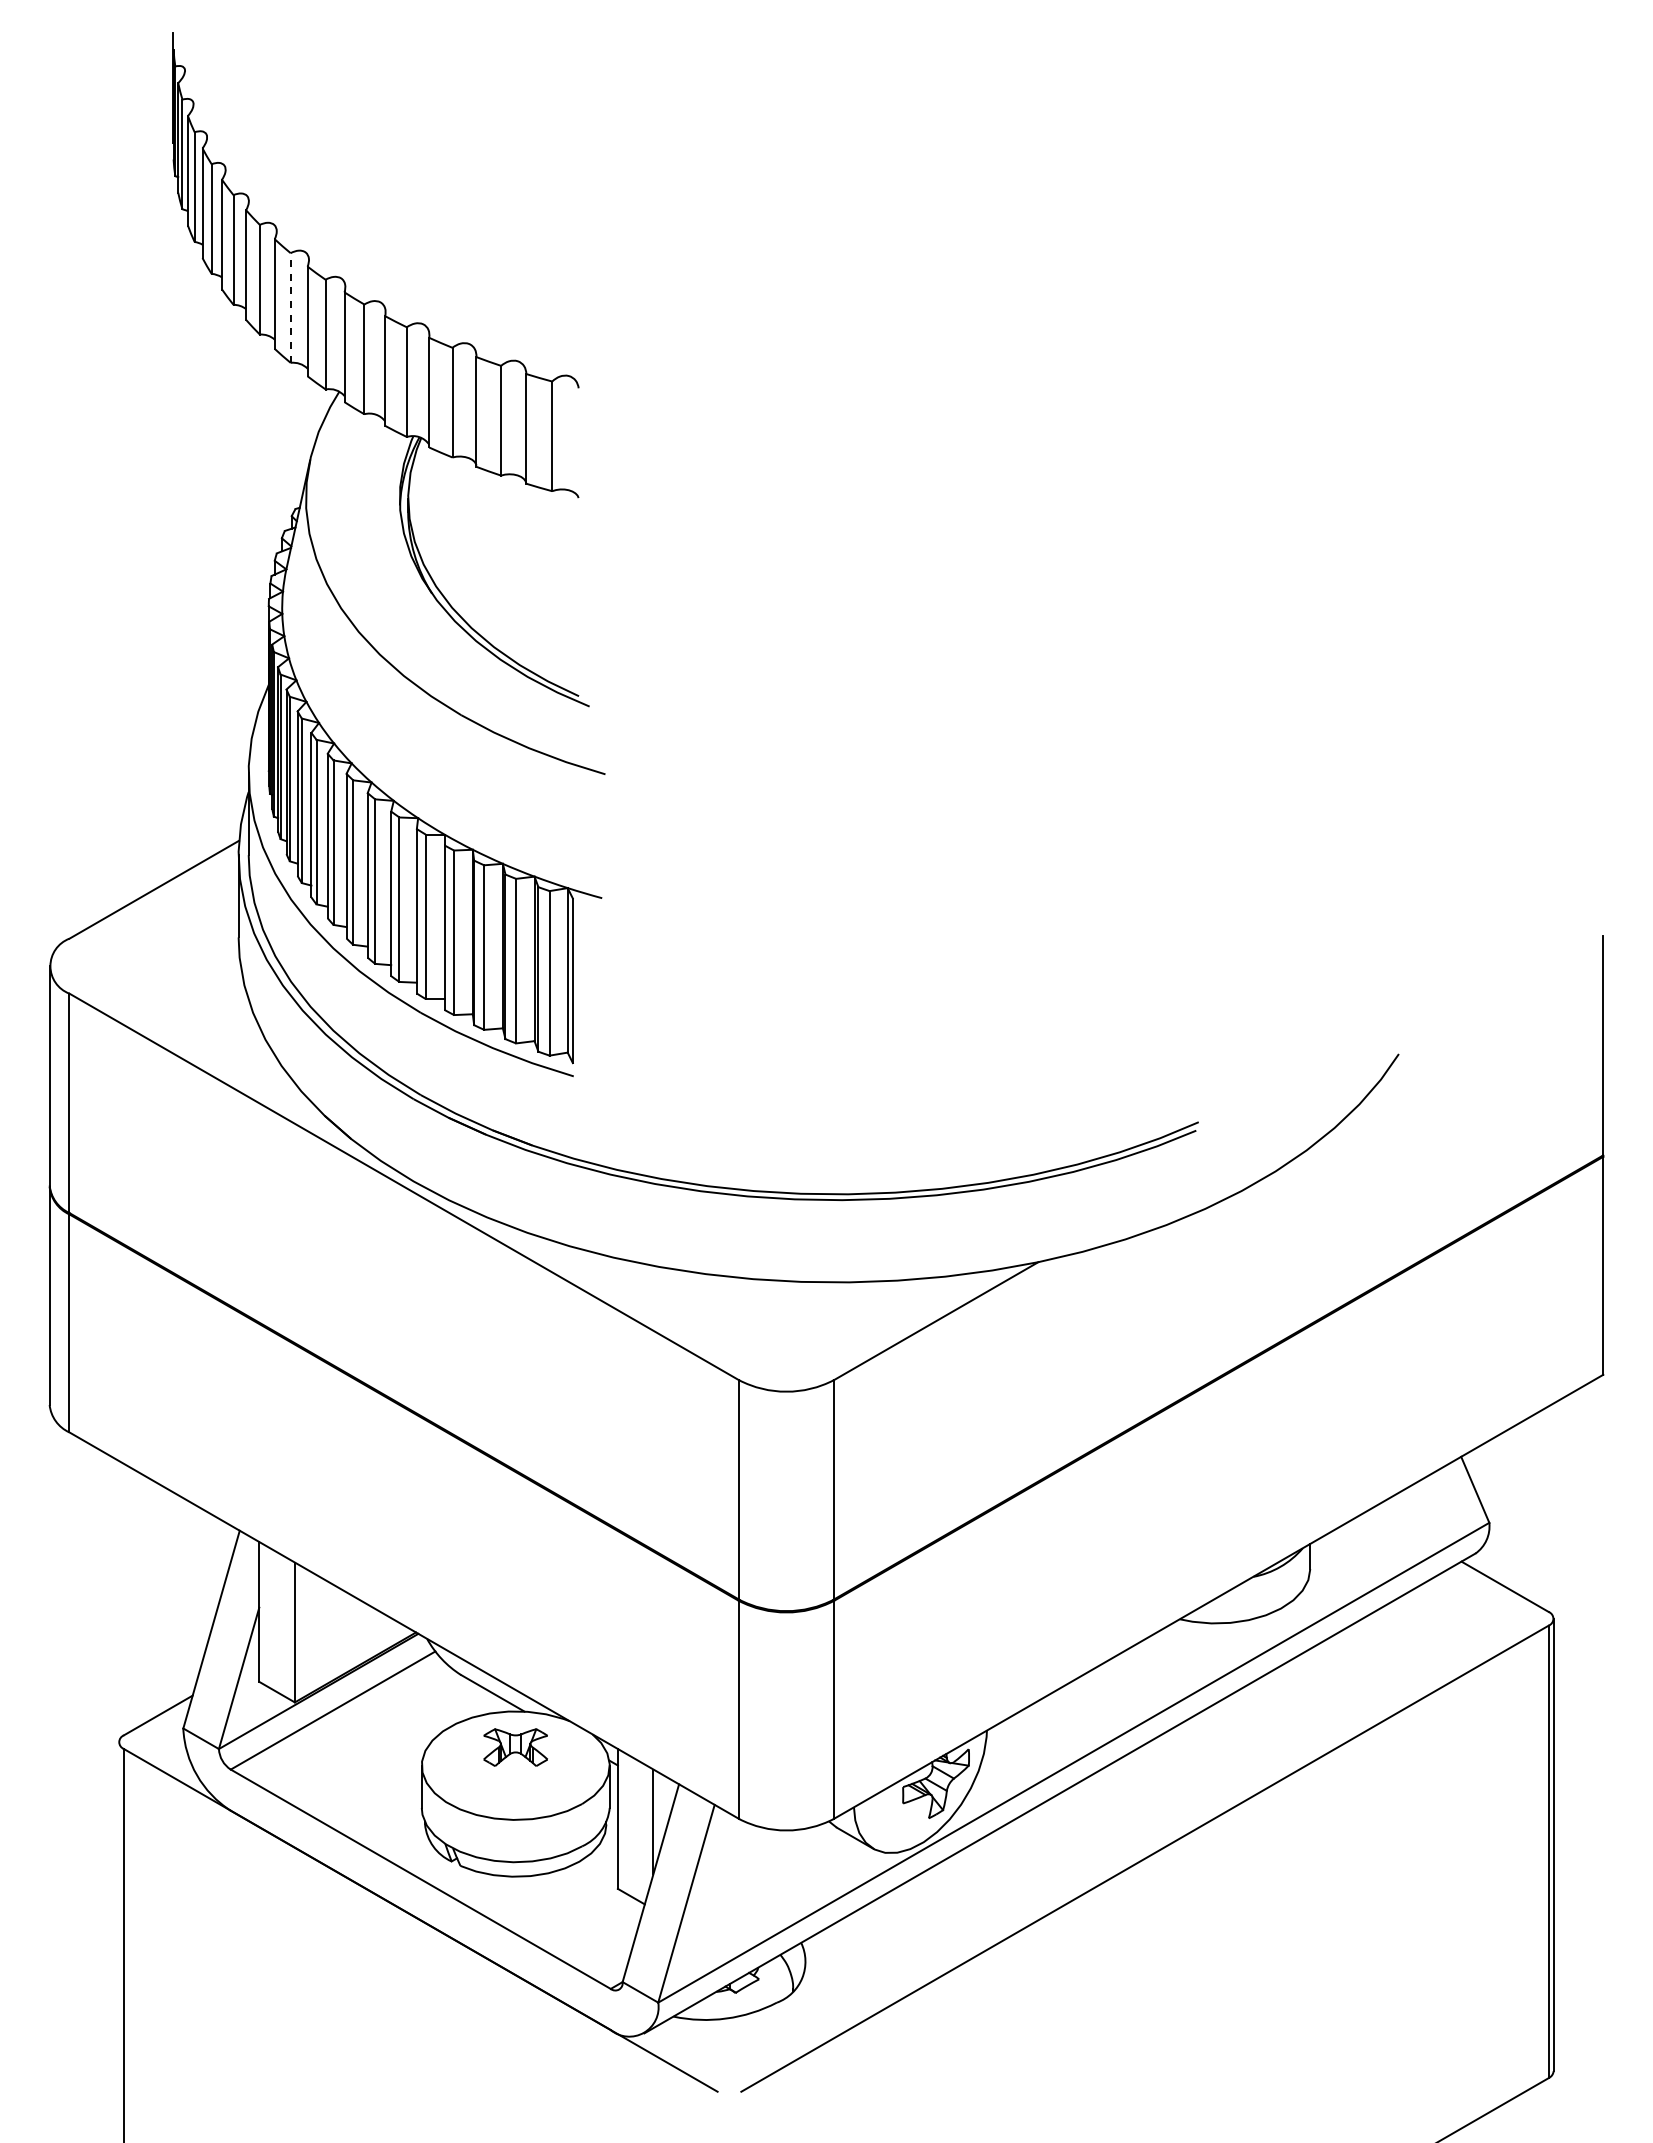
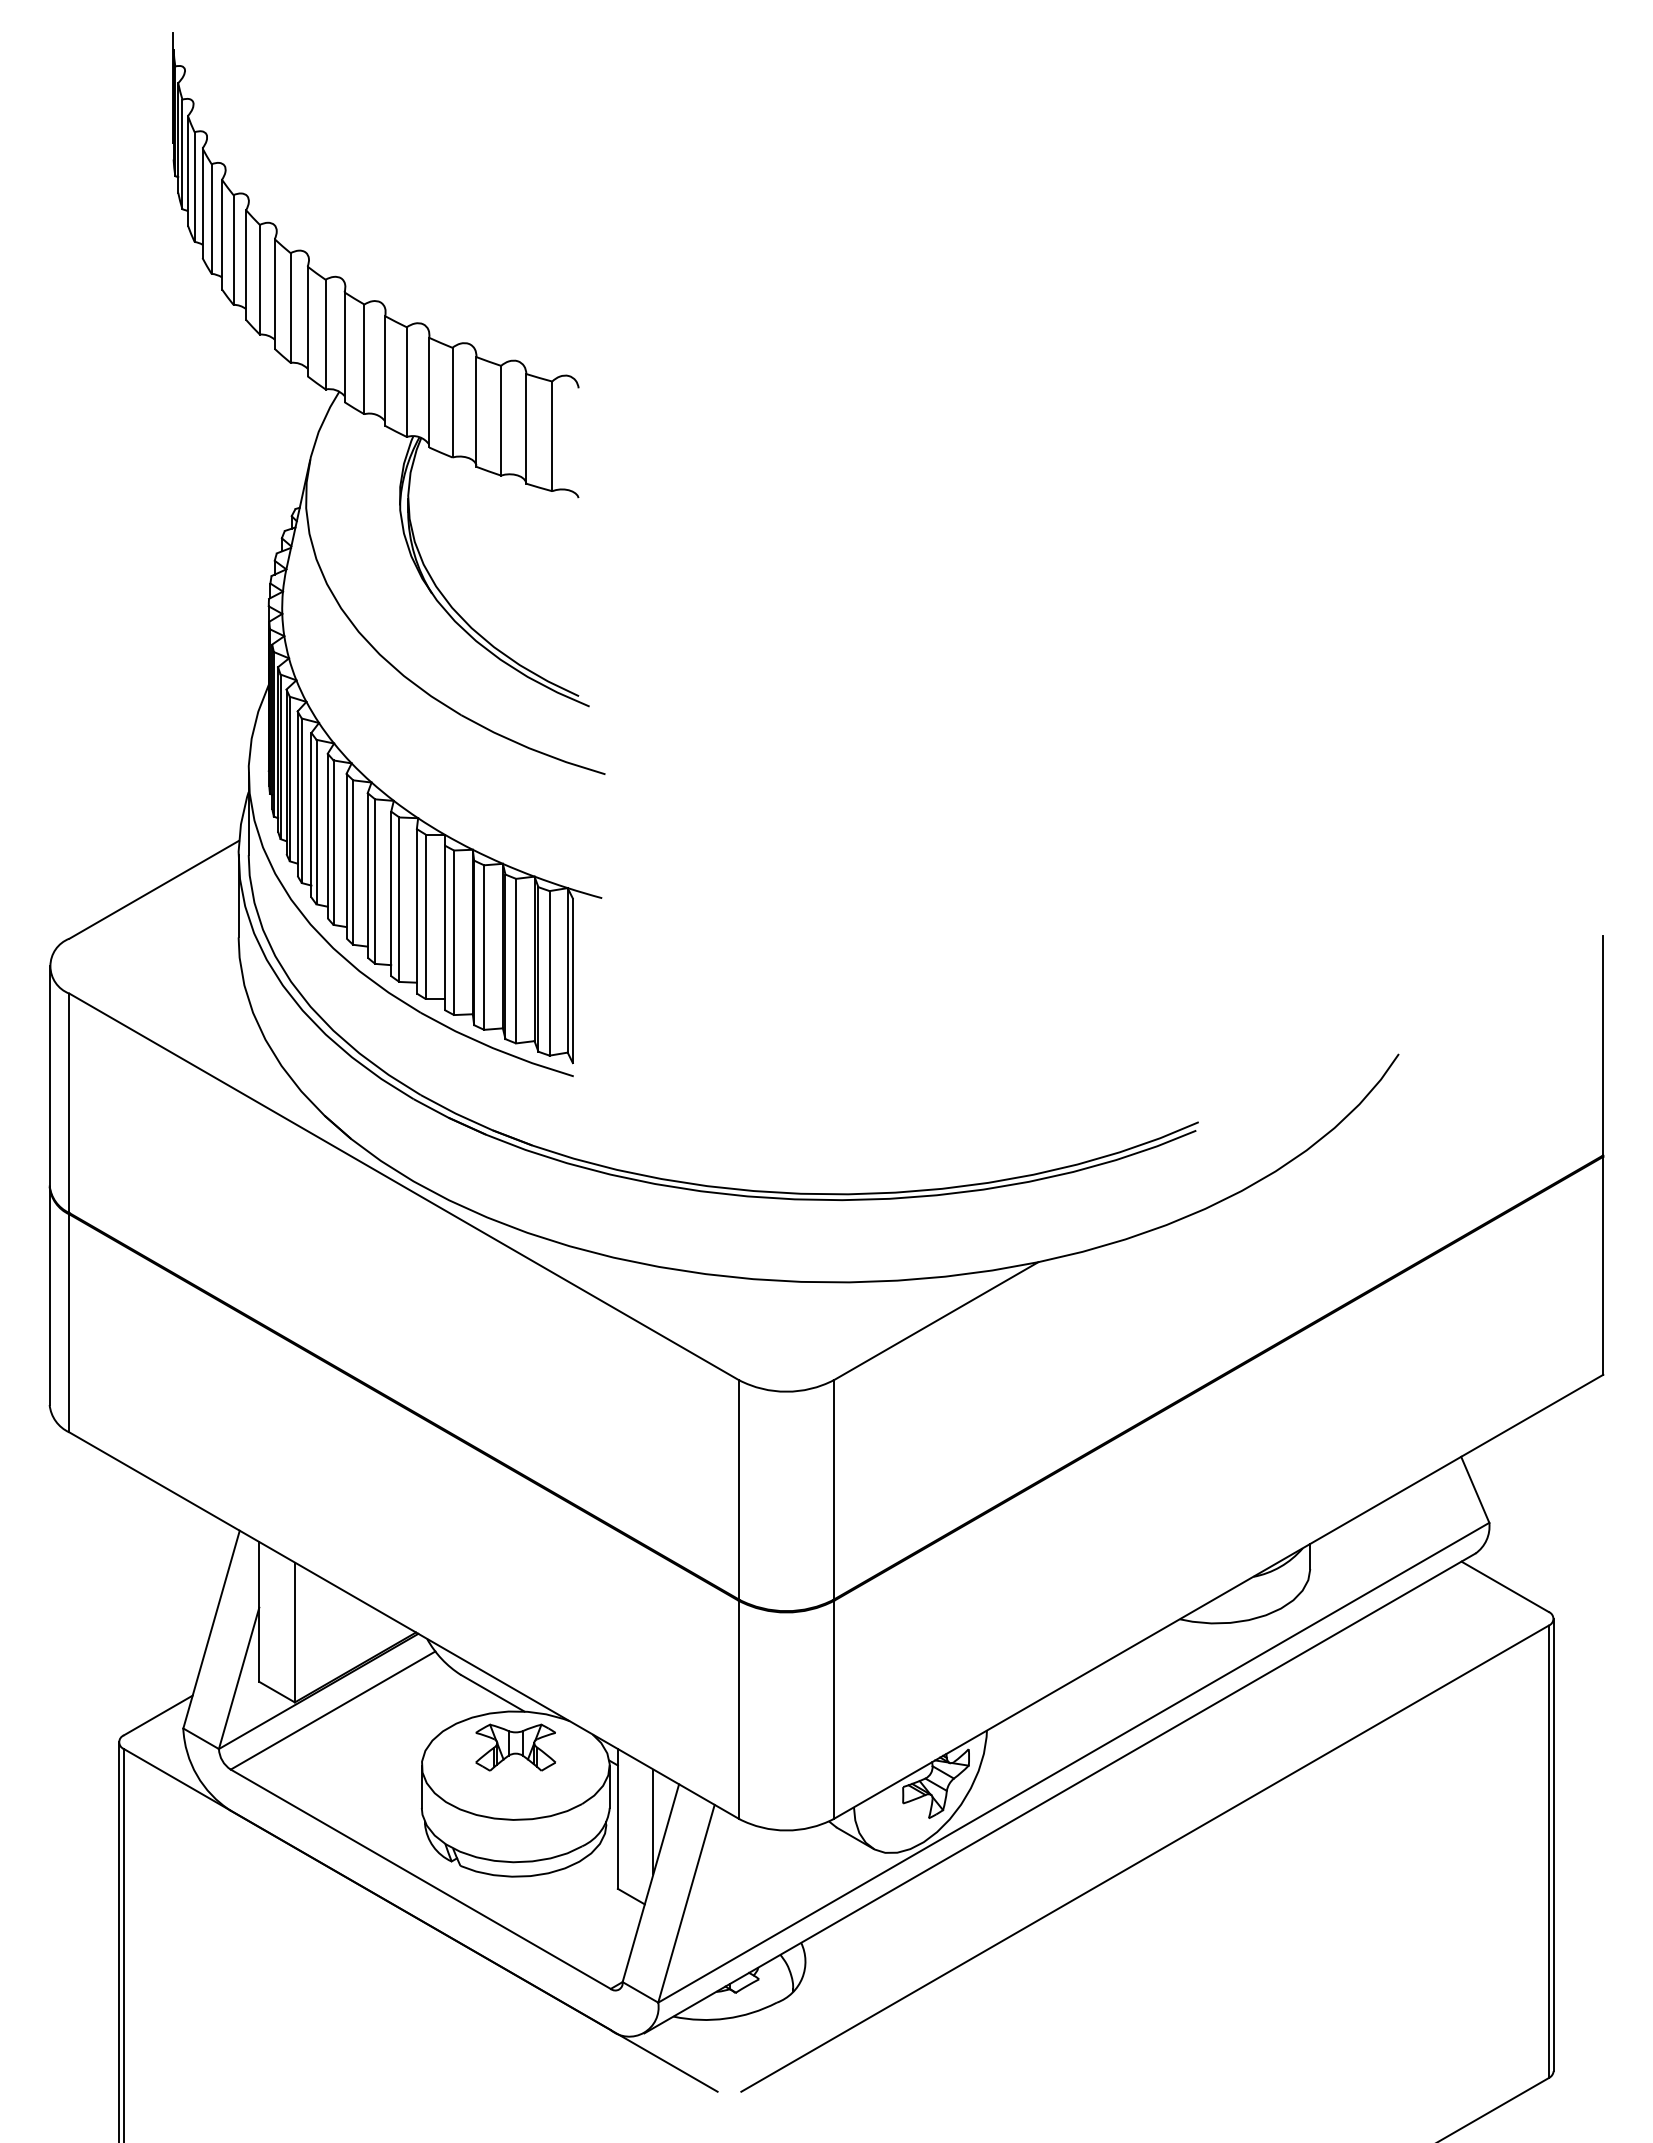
line at (290, 308): dashed -> solid
part at (515, 1747) size: 65x39 px -> 81x49 px
line at (119, 1940): none -> present
